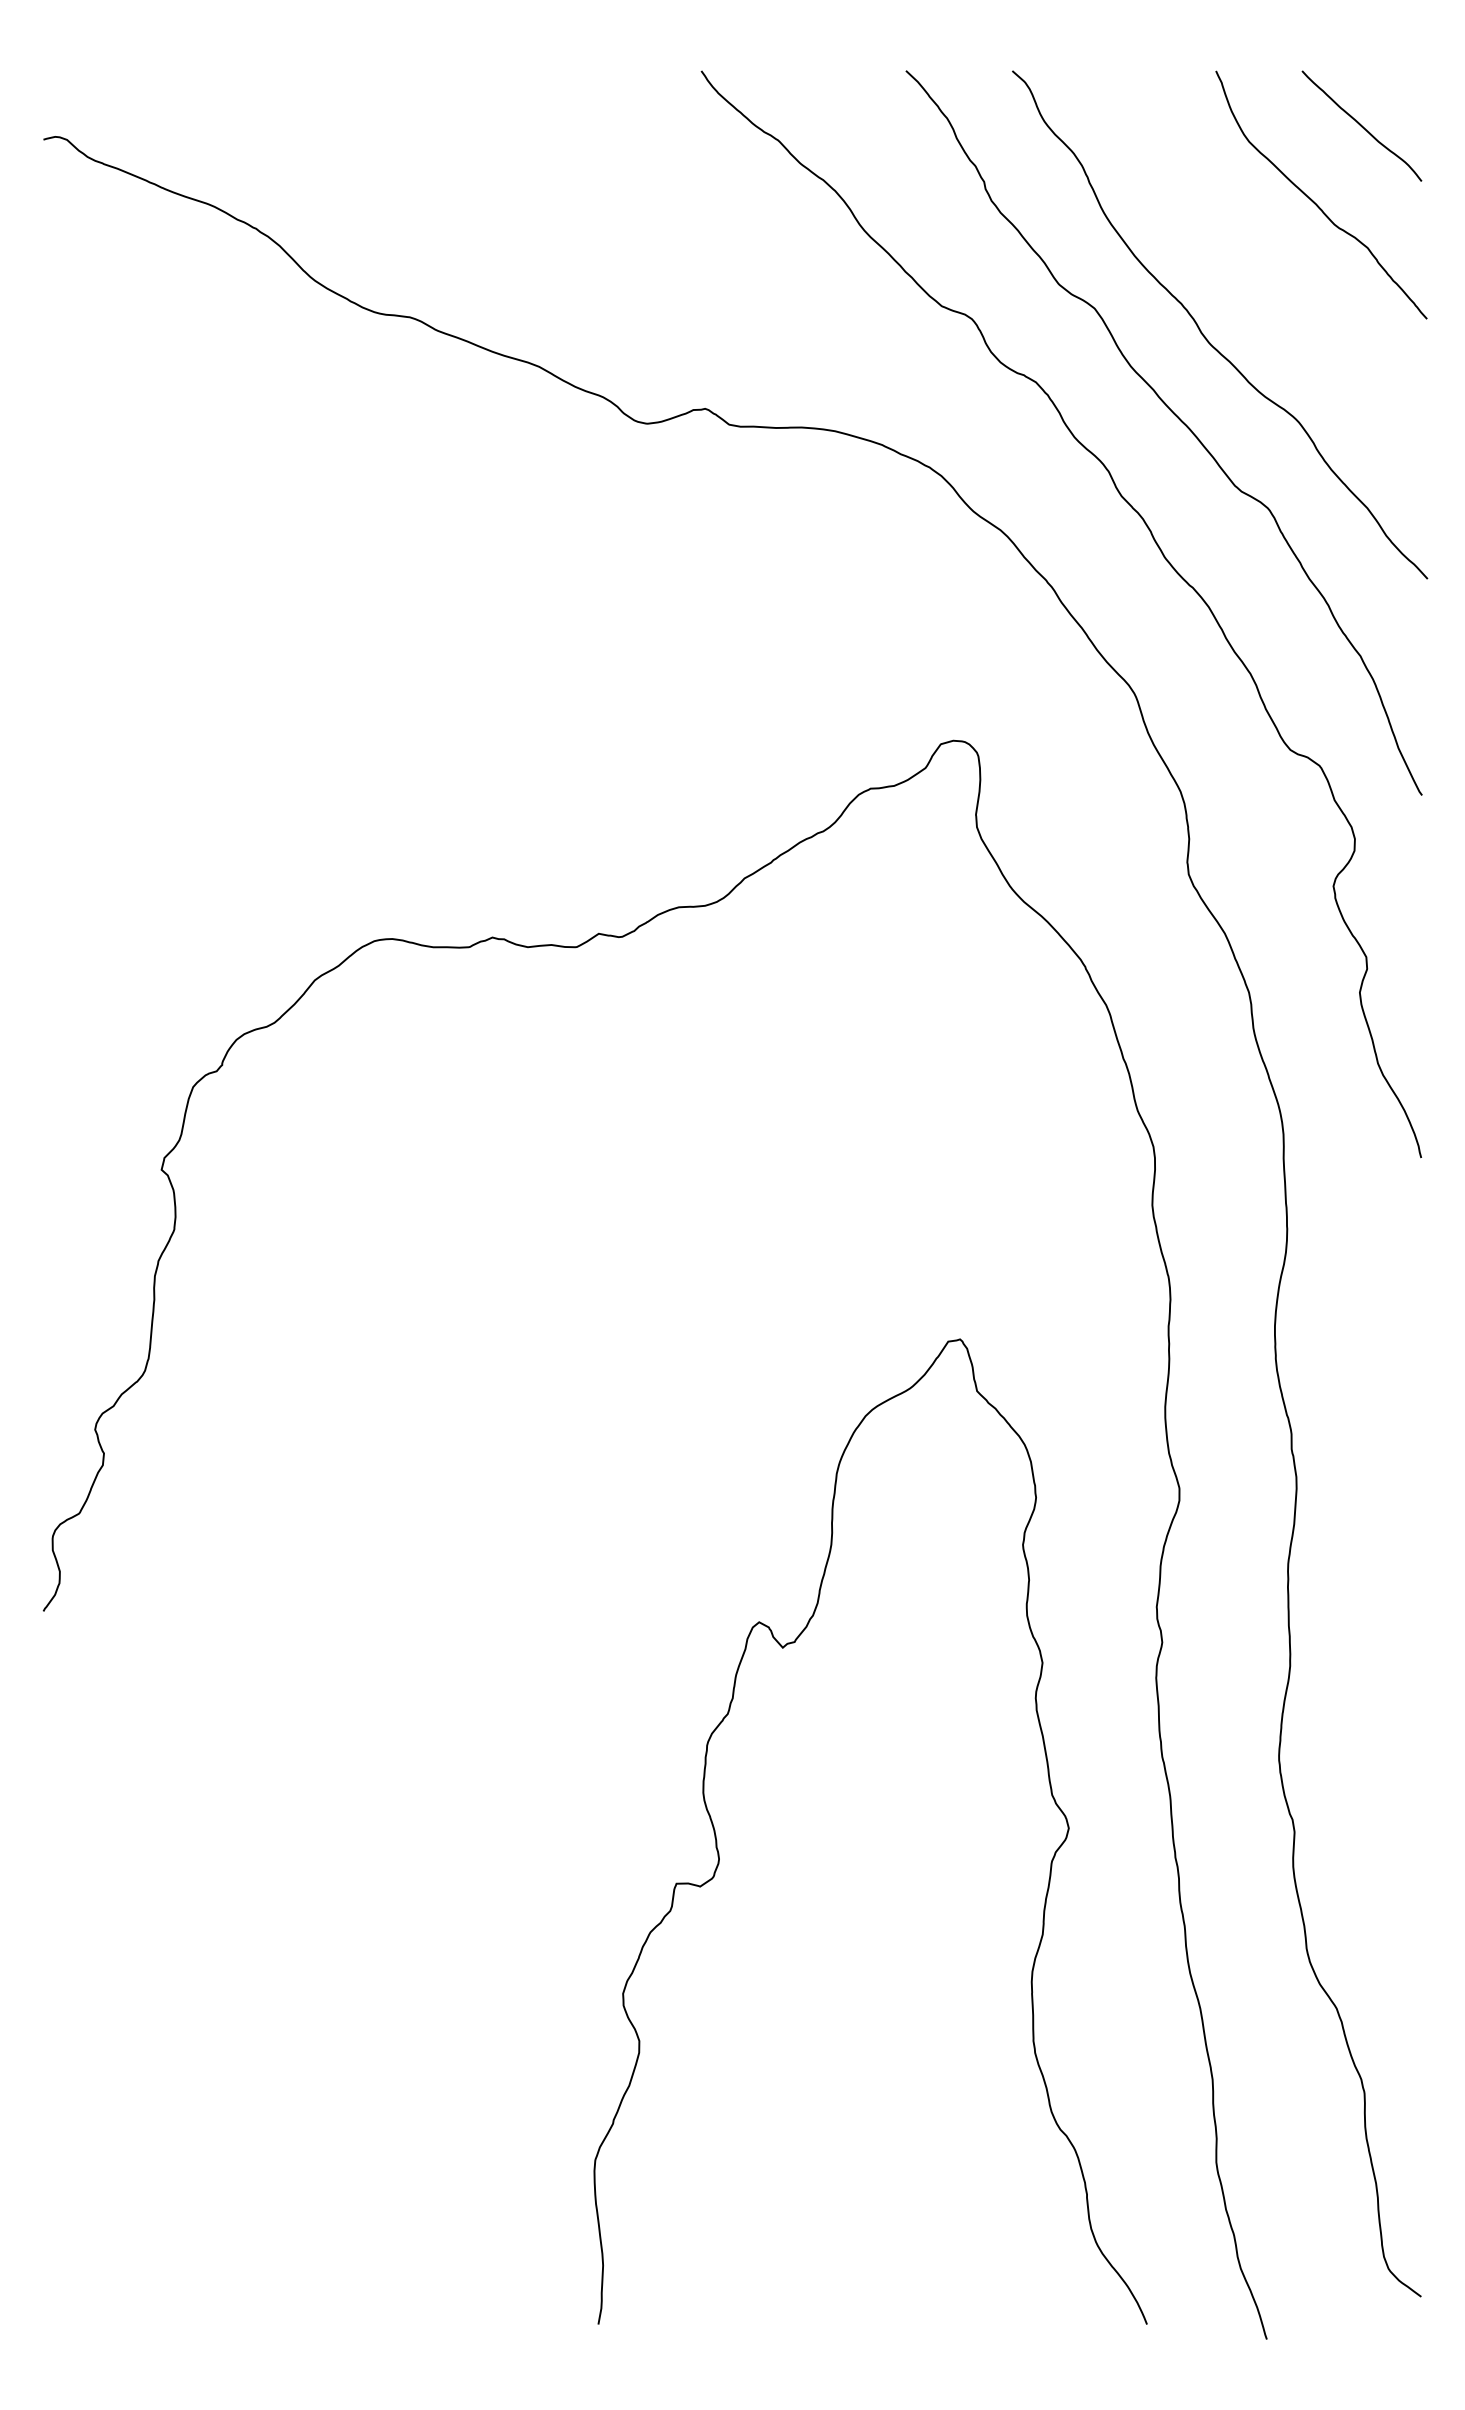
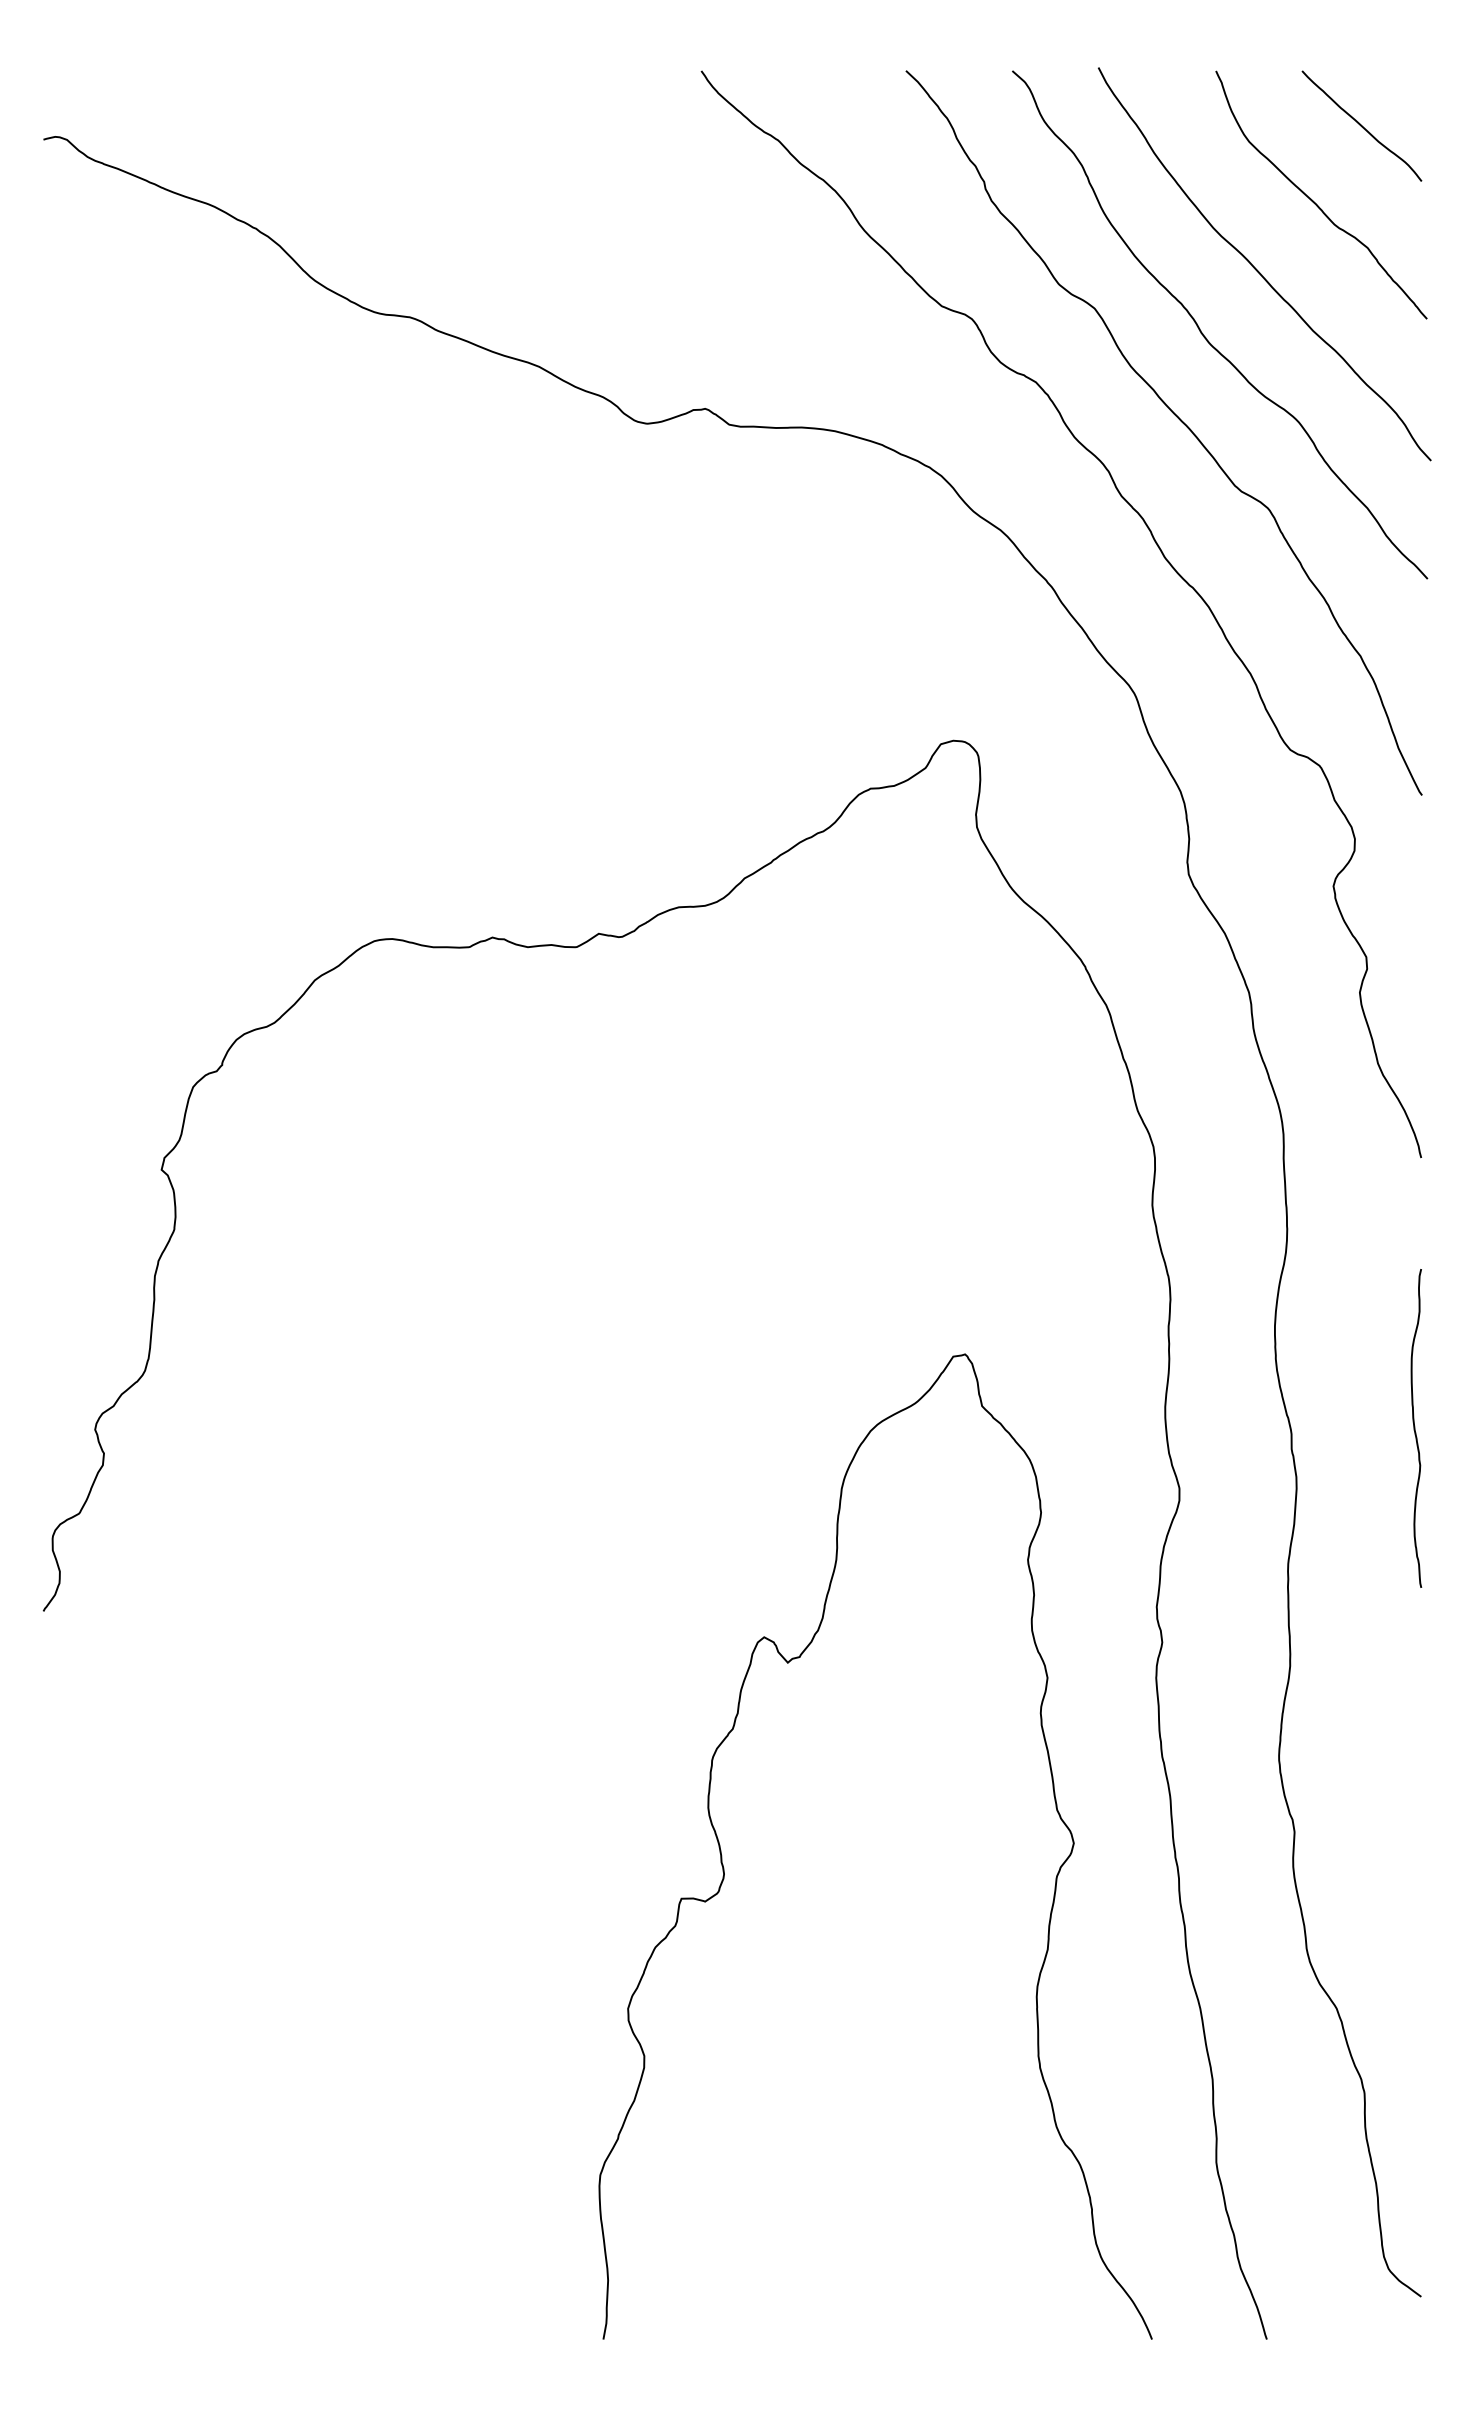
curve at (1258, 270): none -> present
curve at (1415, 1428): none -> present
curve at (719, 1853) position: (719, 1853) -> (724, 1868)
